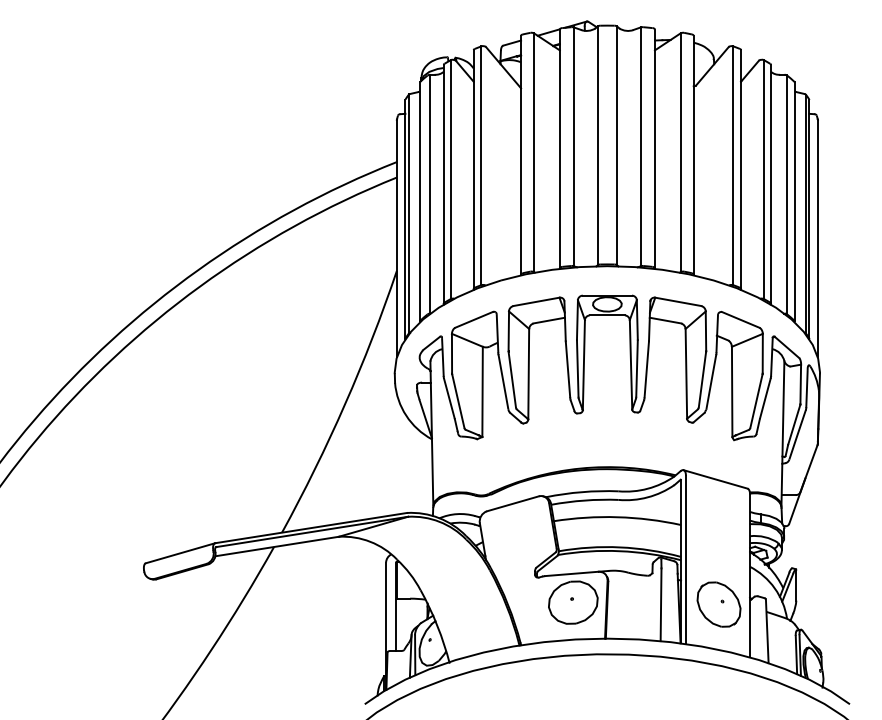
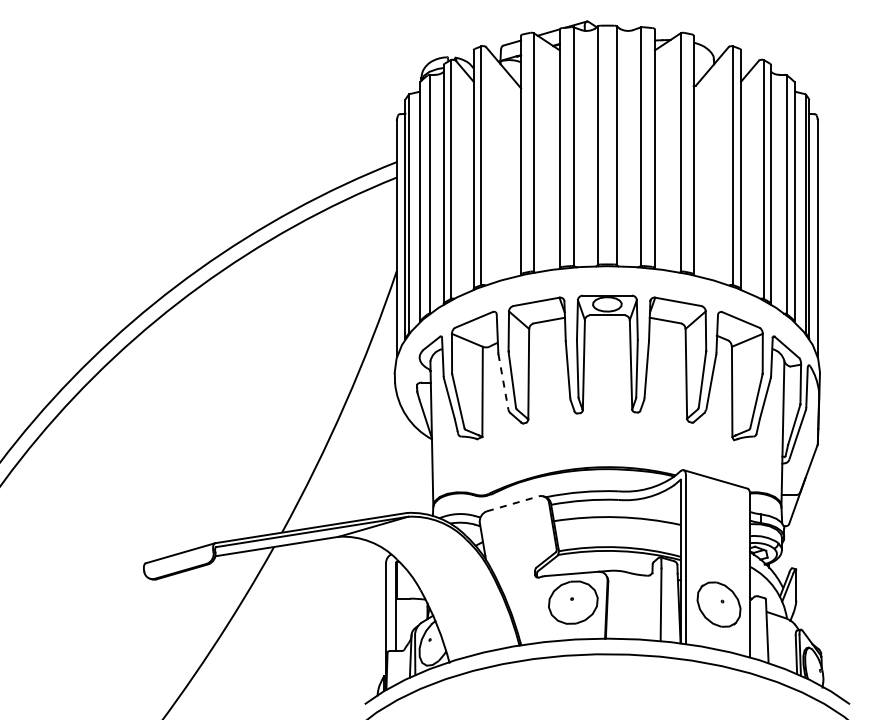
line at (503, 380): solid -> dashed
line at (513, 503): solid -> dashed
